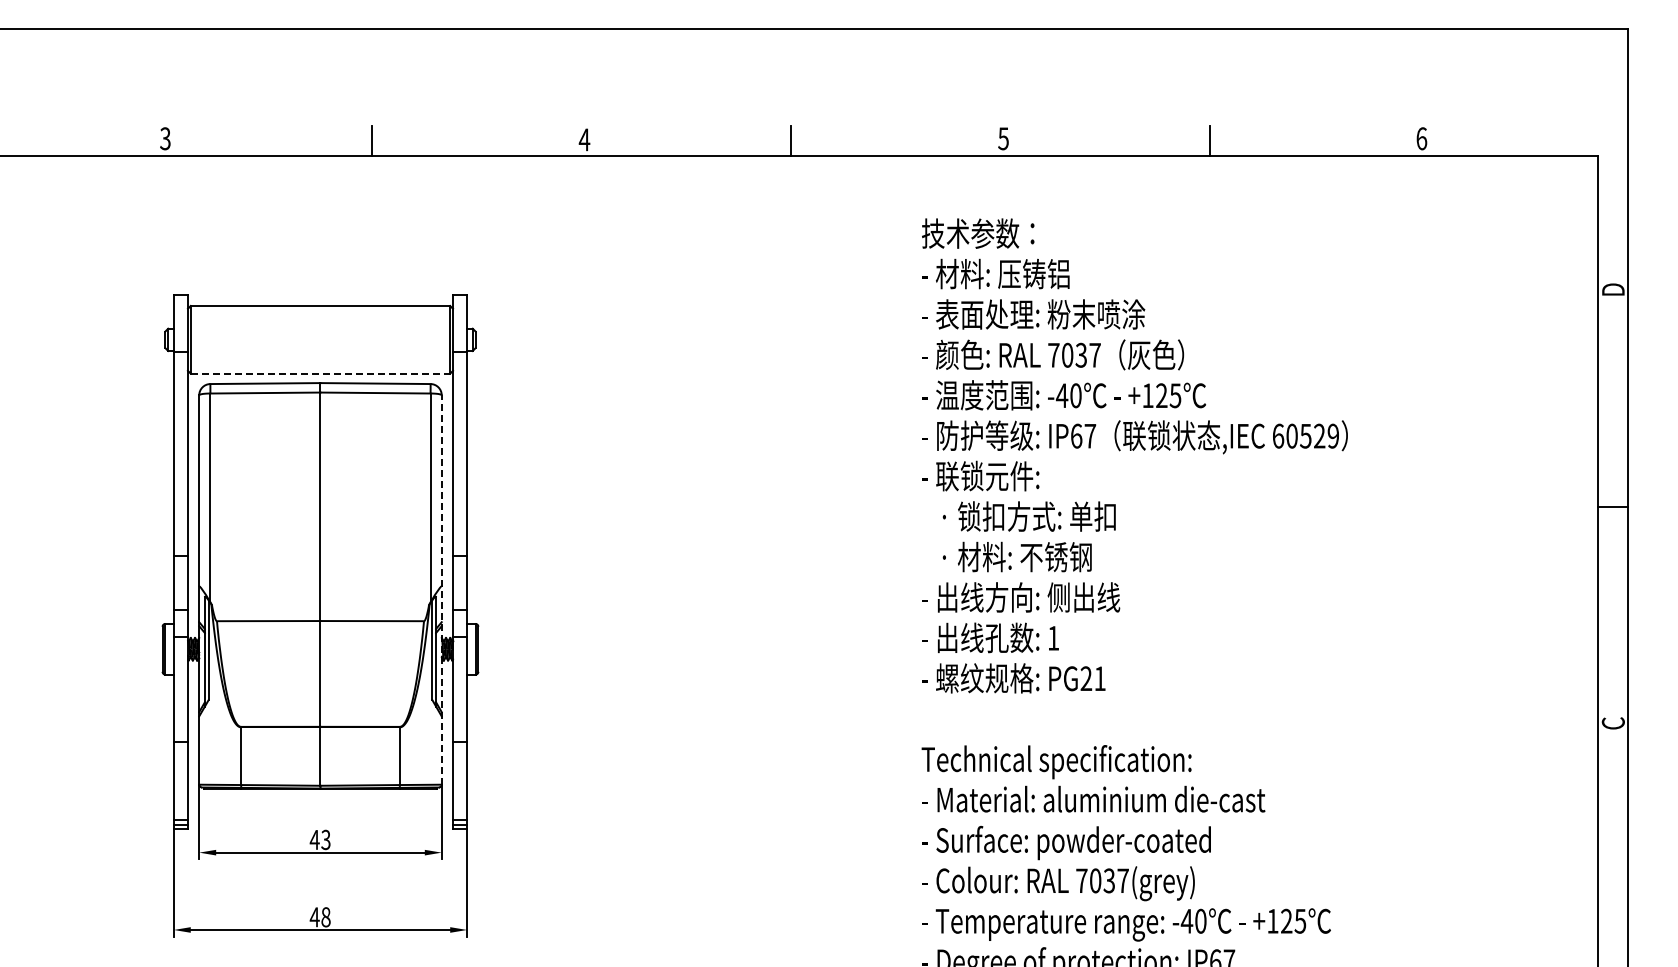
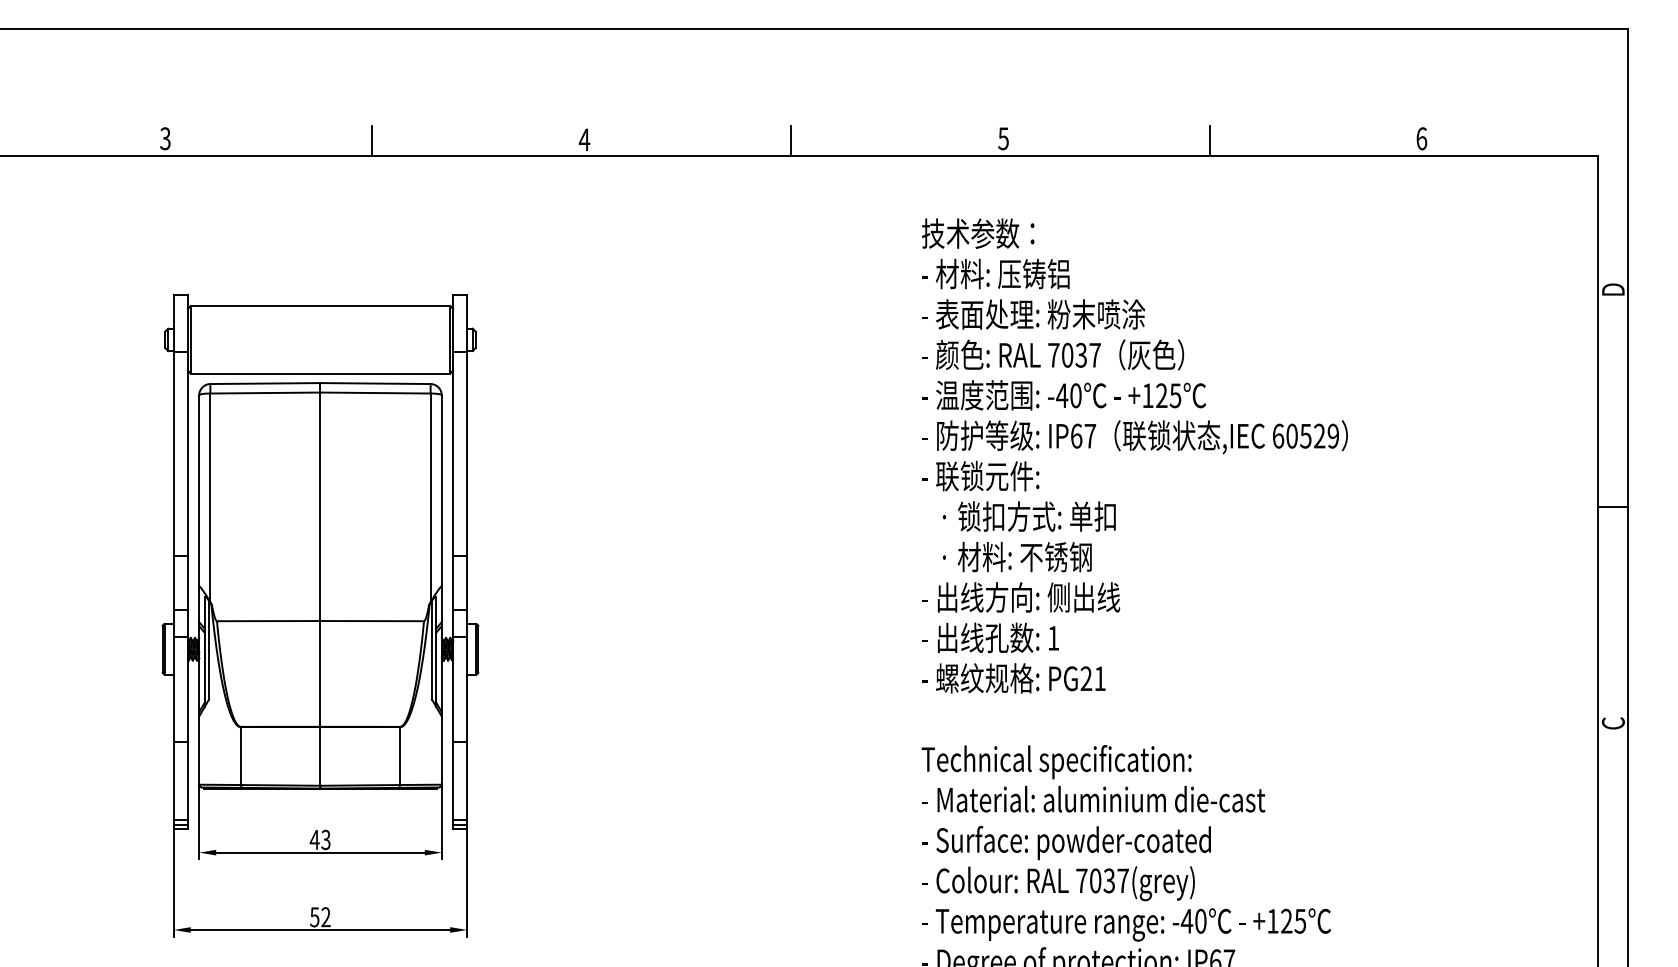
line at (320, 373): dashed -> solid
line at (441, 590): dashed -> solid
text at (319, 917): 48 -> 52
